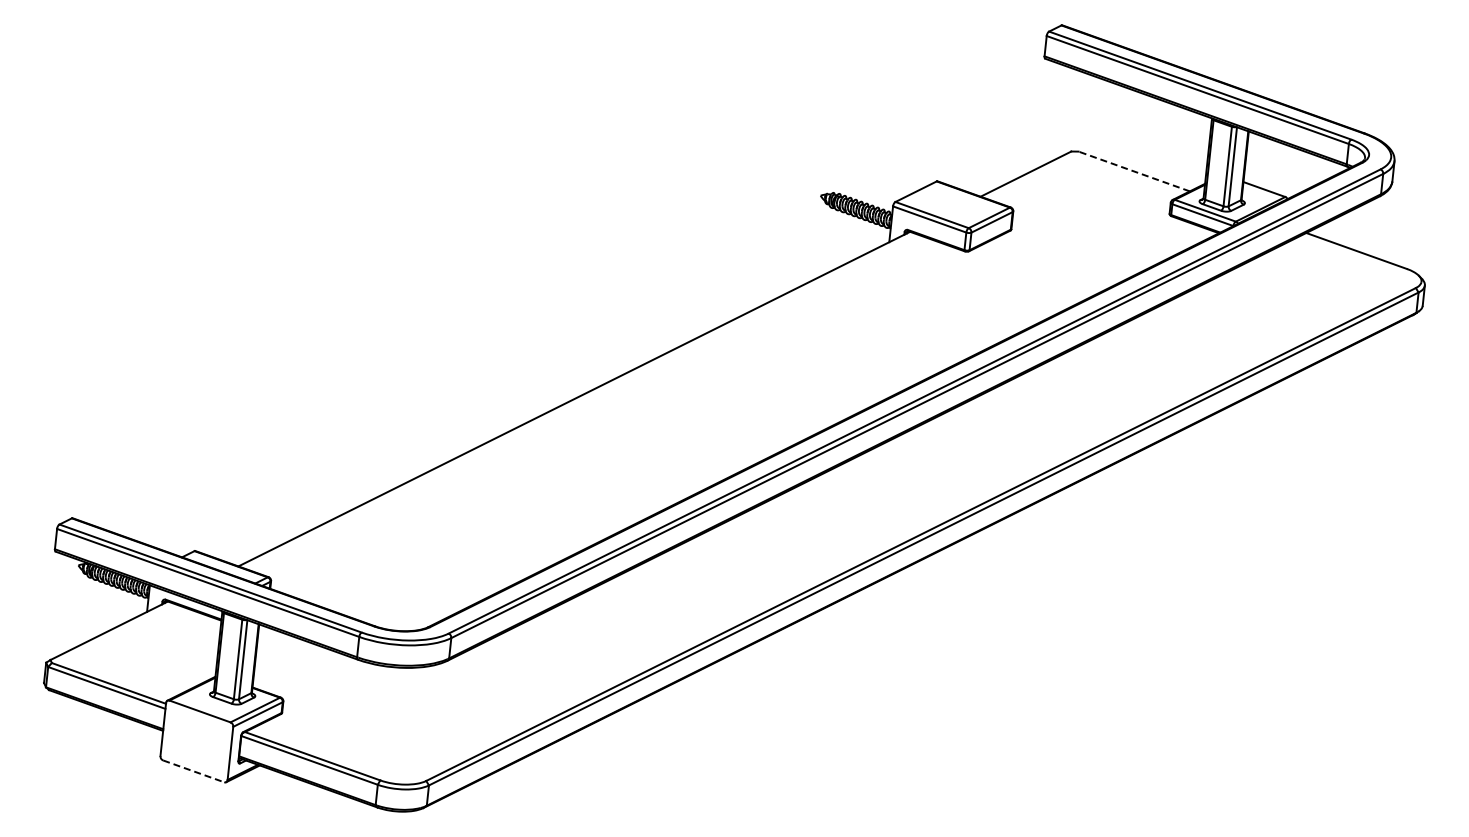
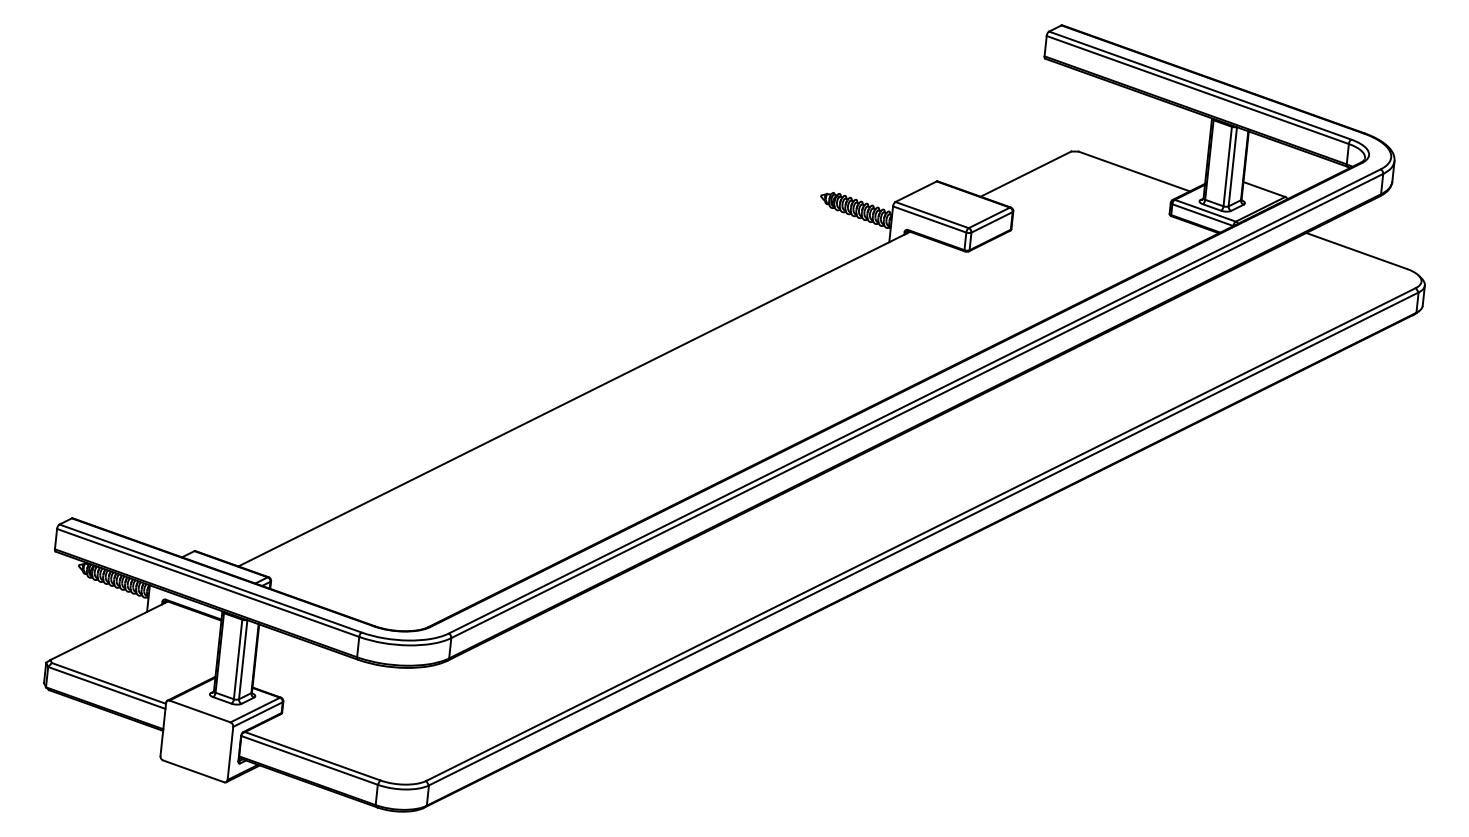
line at (1133, 171): dashed -> solid
line at (194, 771): dashed -> solid
